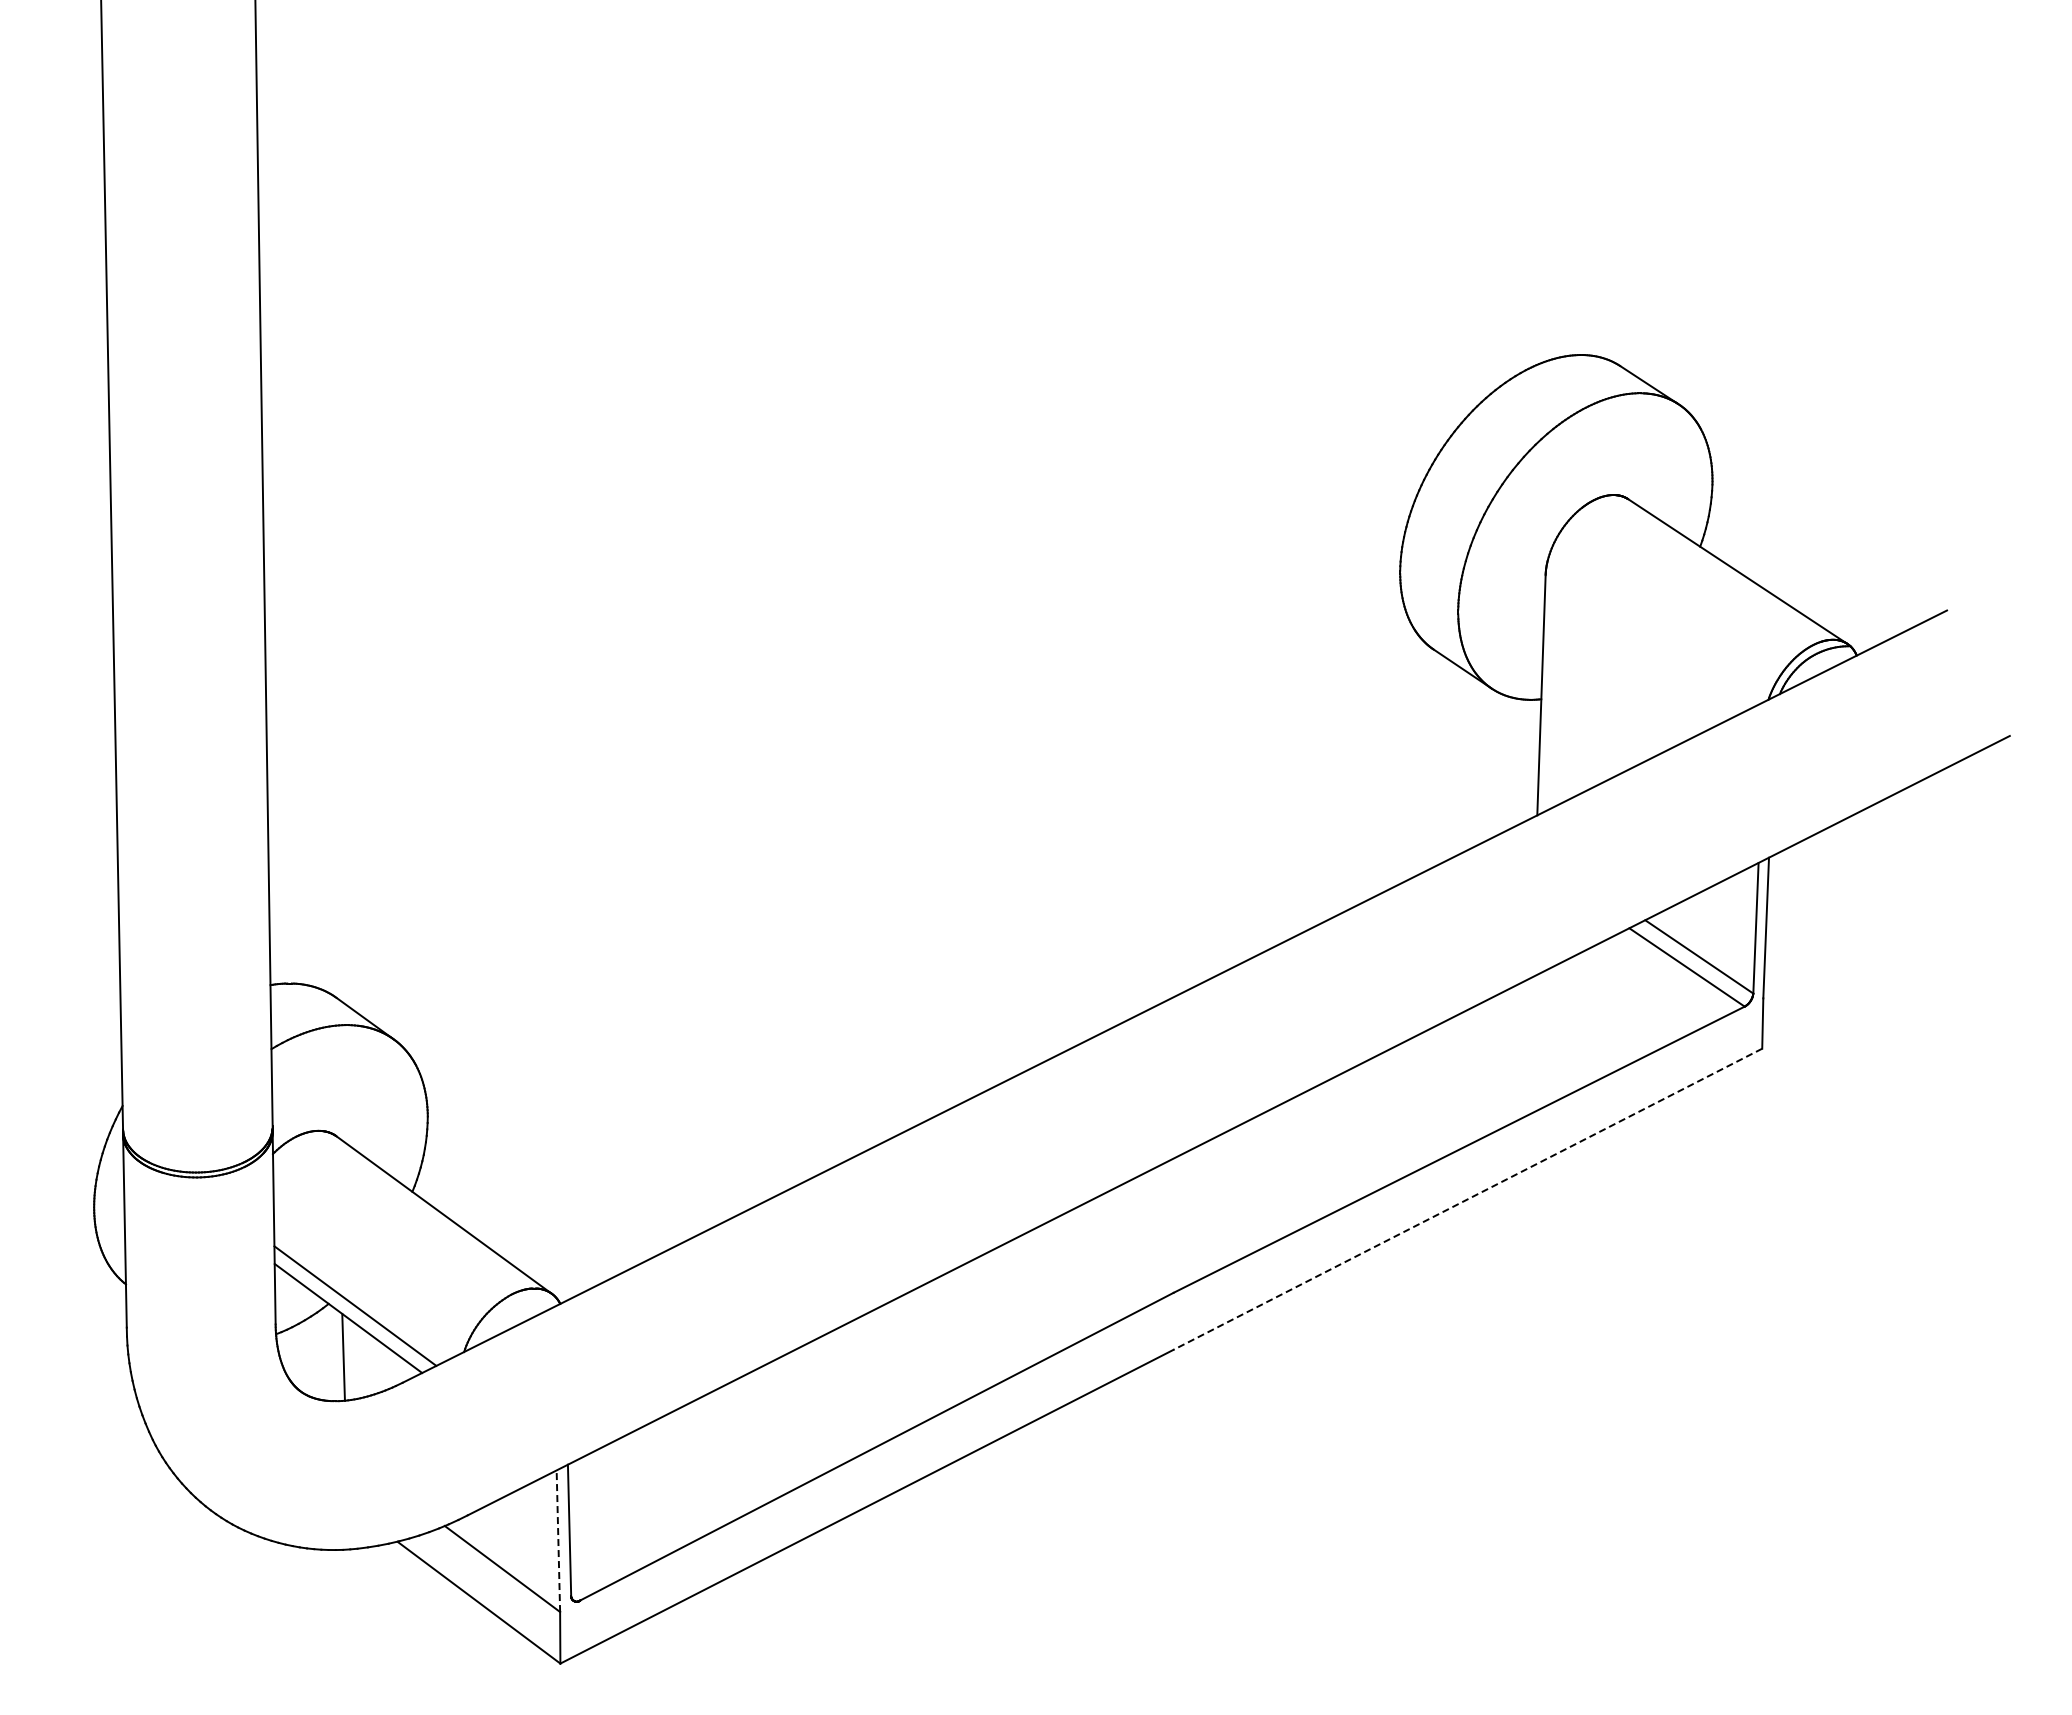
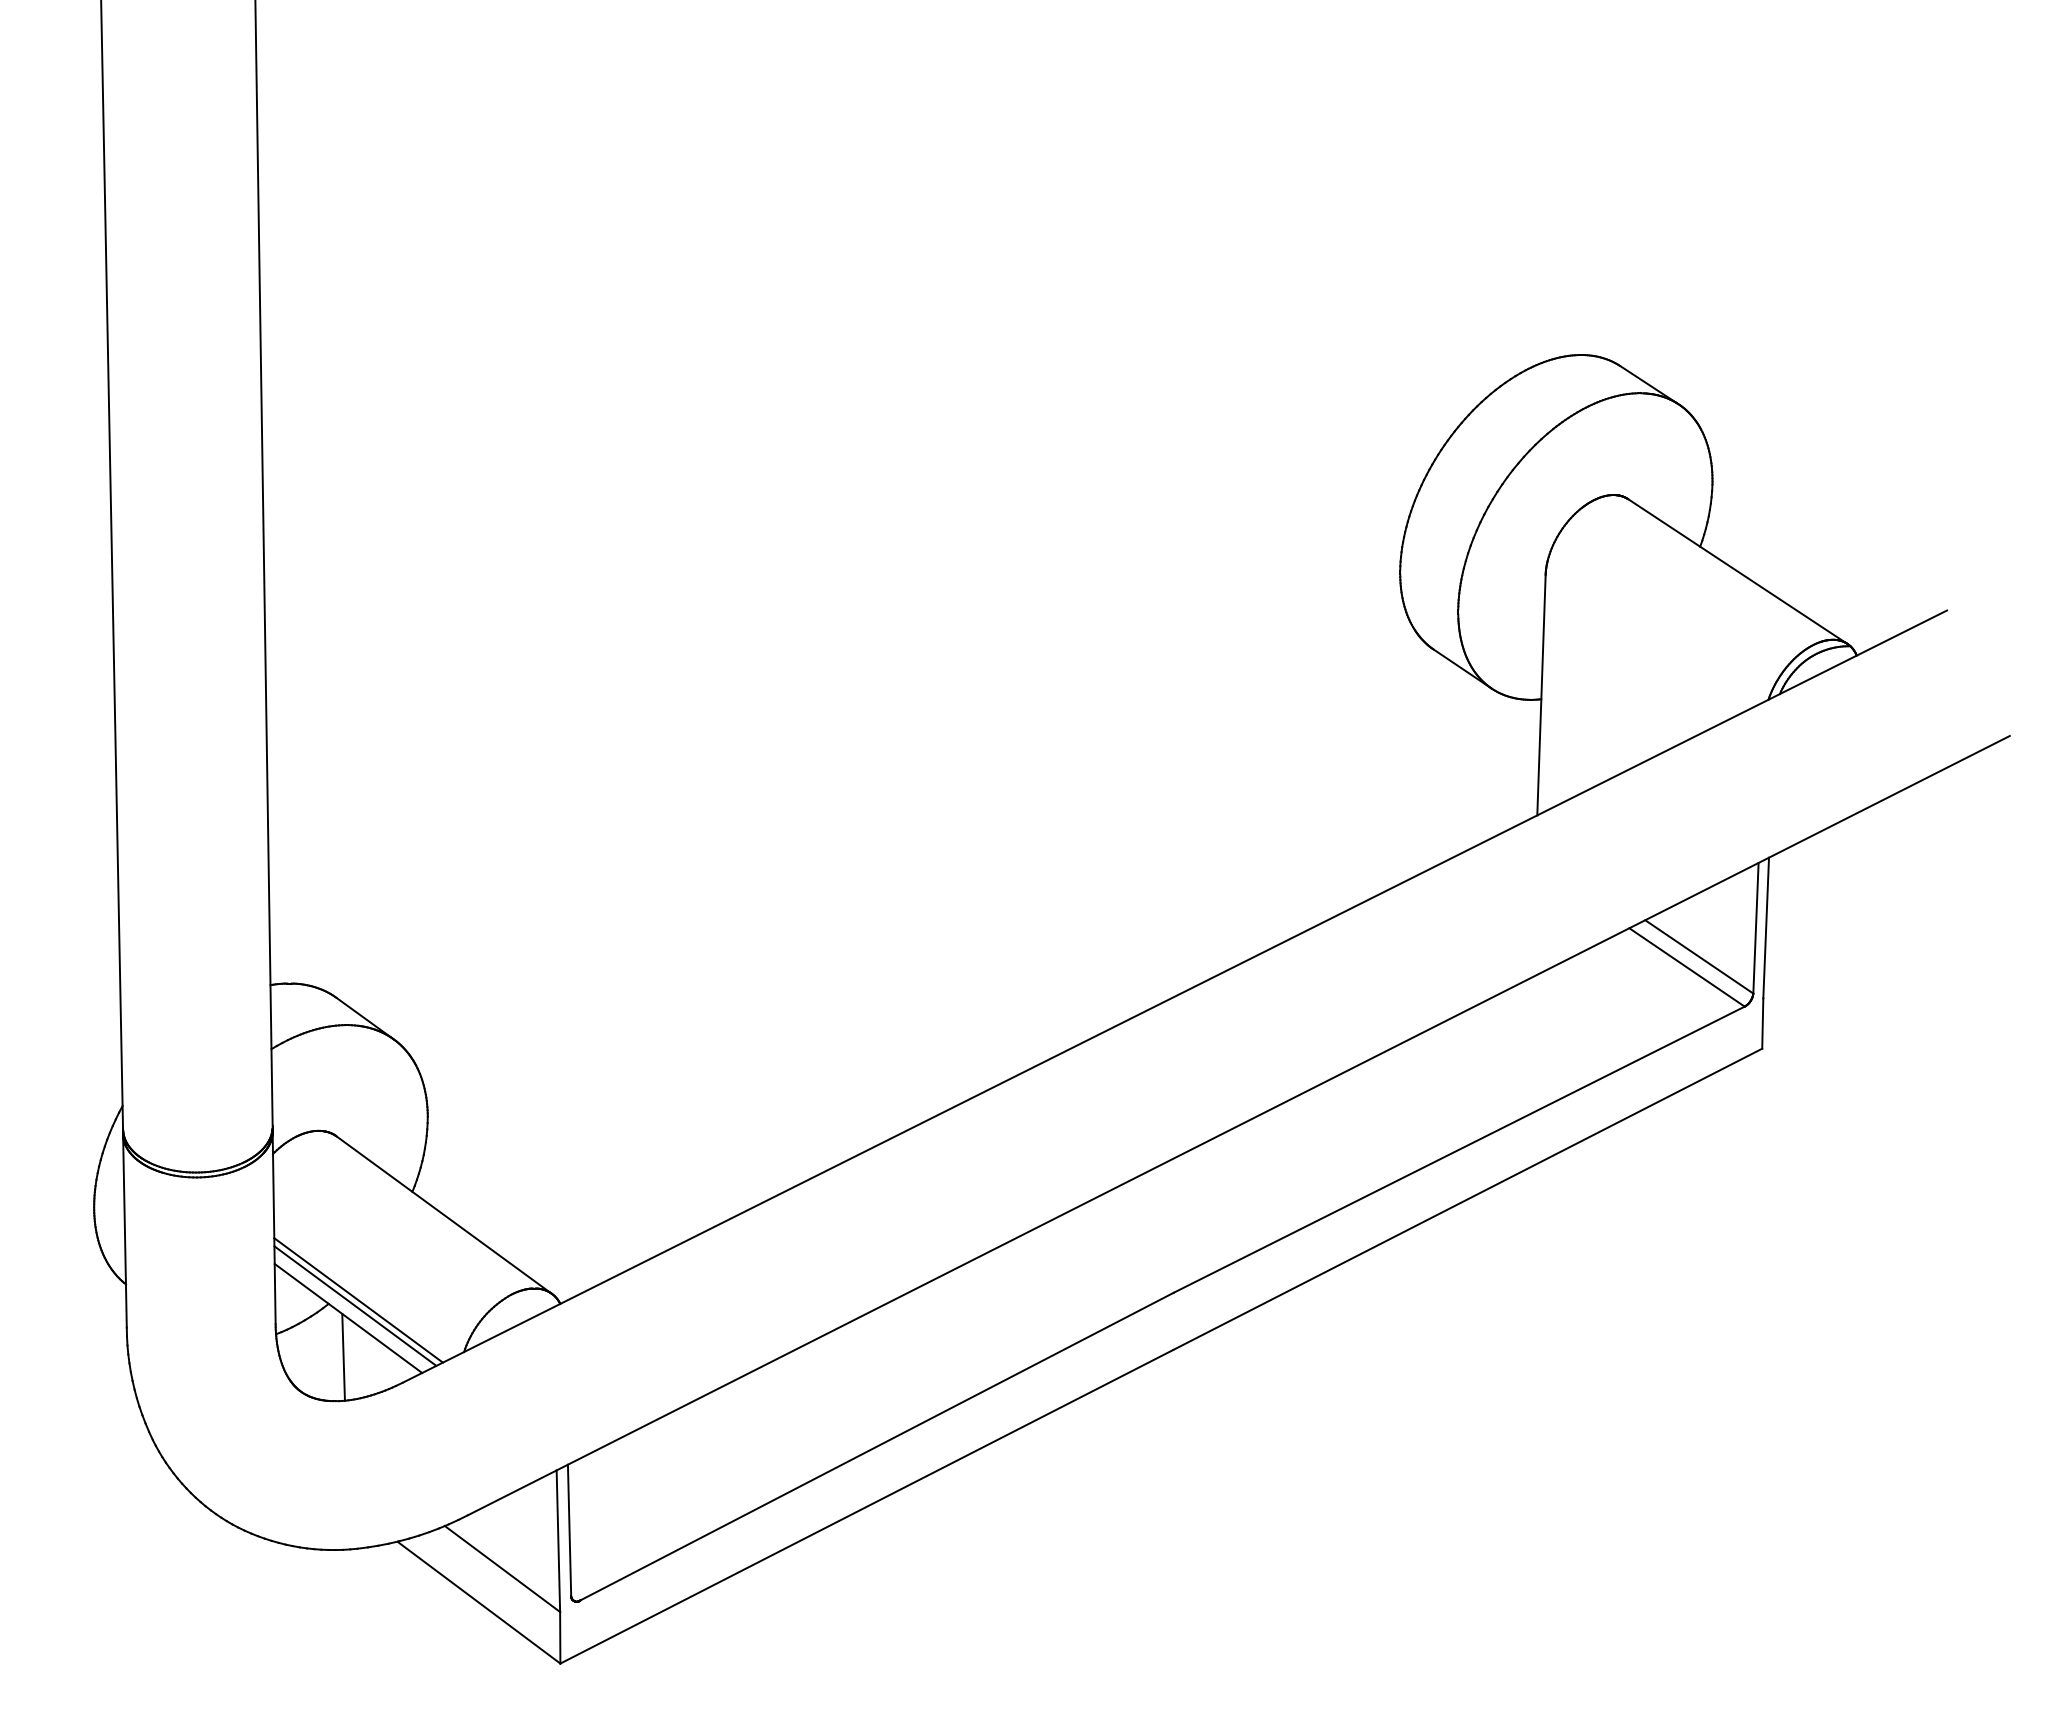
line at (1467, 1199): dashed -> solid
line at (358, 1300): none -> present
line at (558, 1541): dashed -> solid
